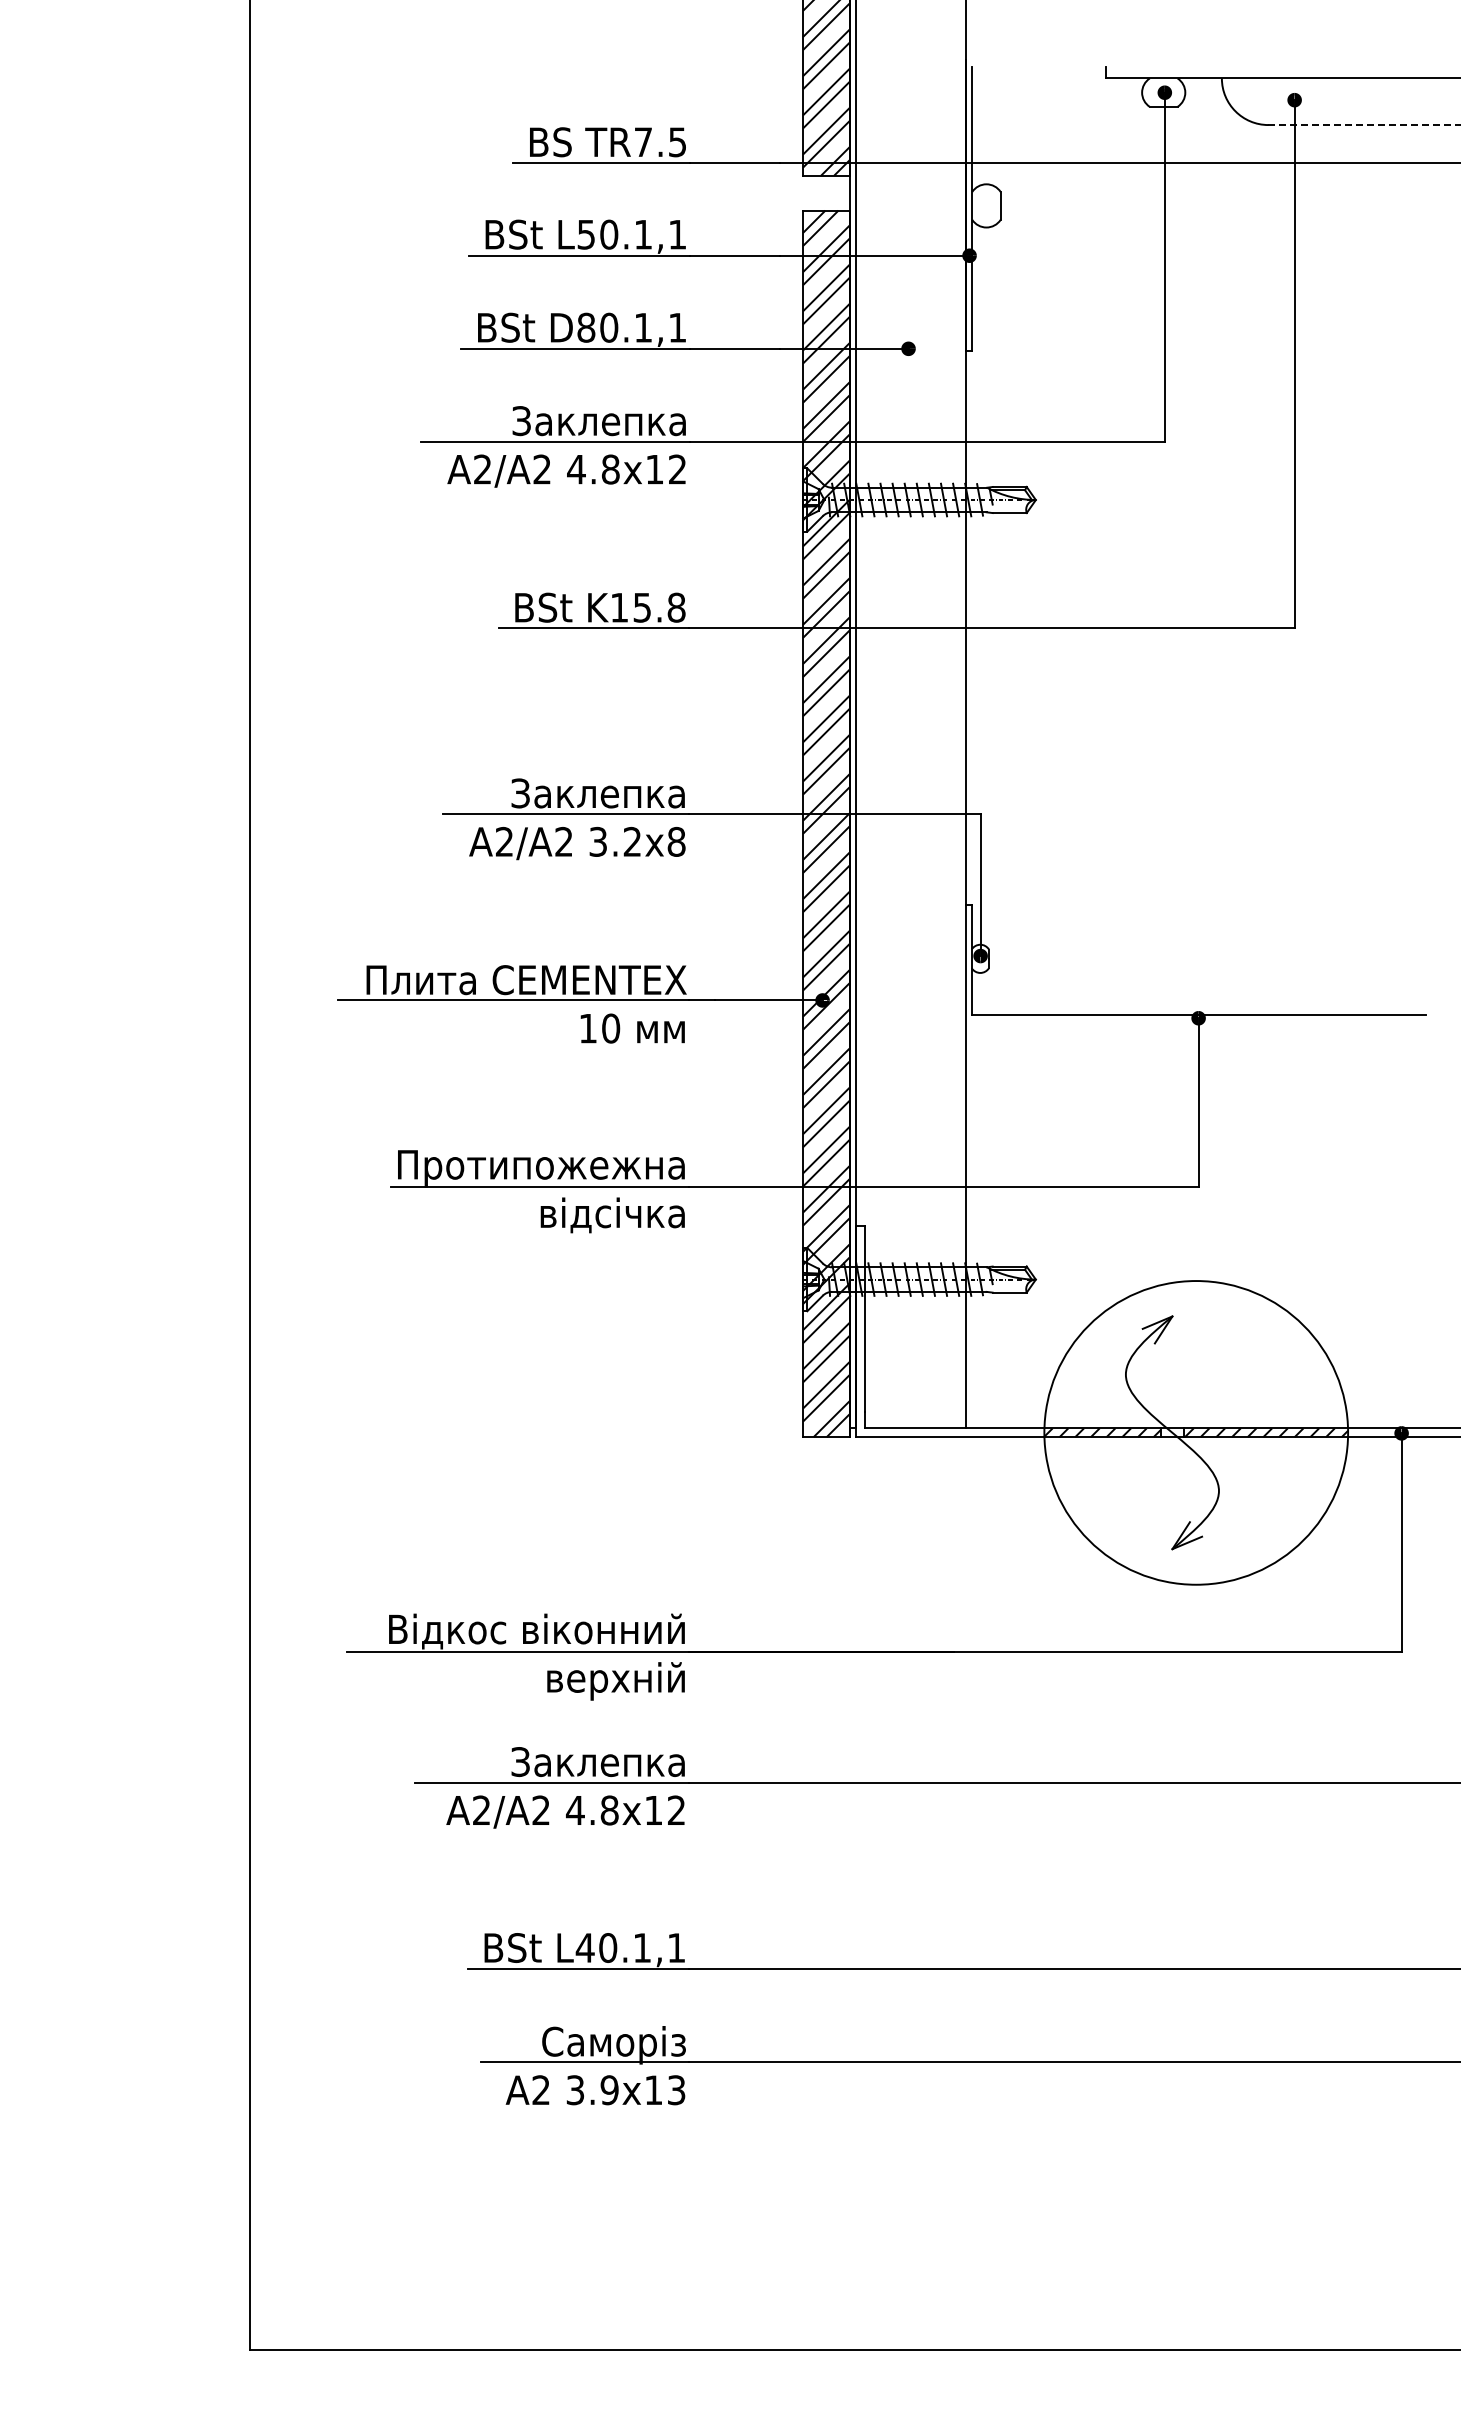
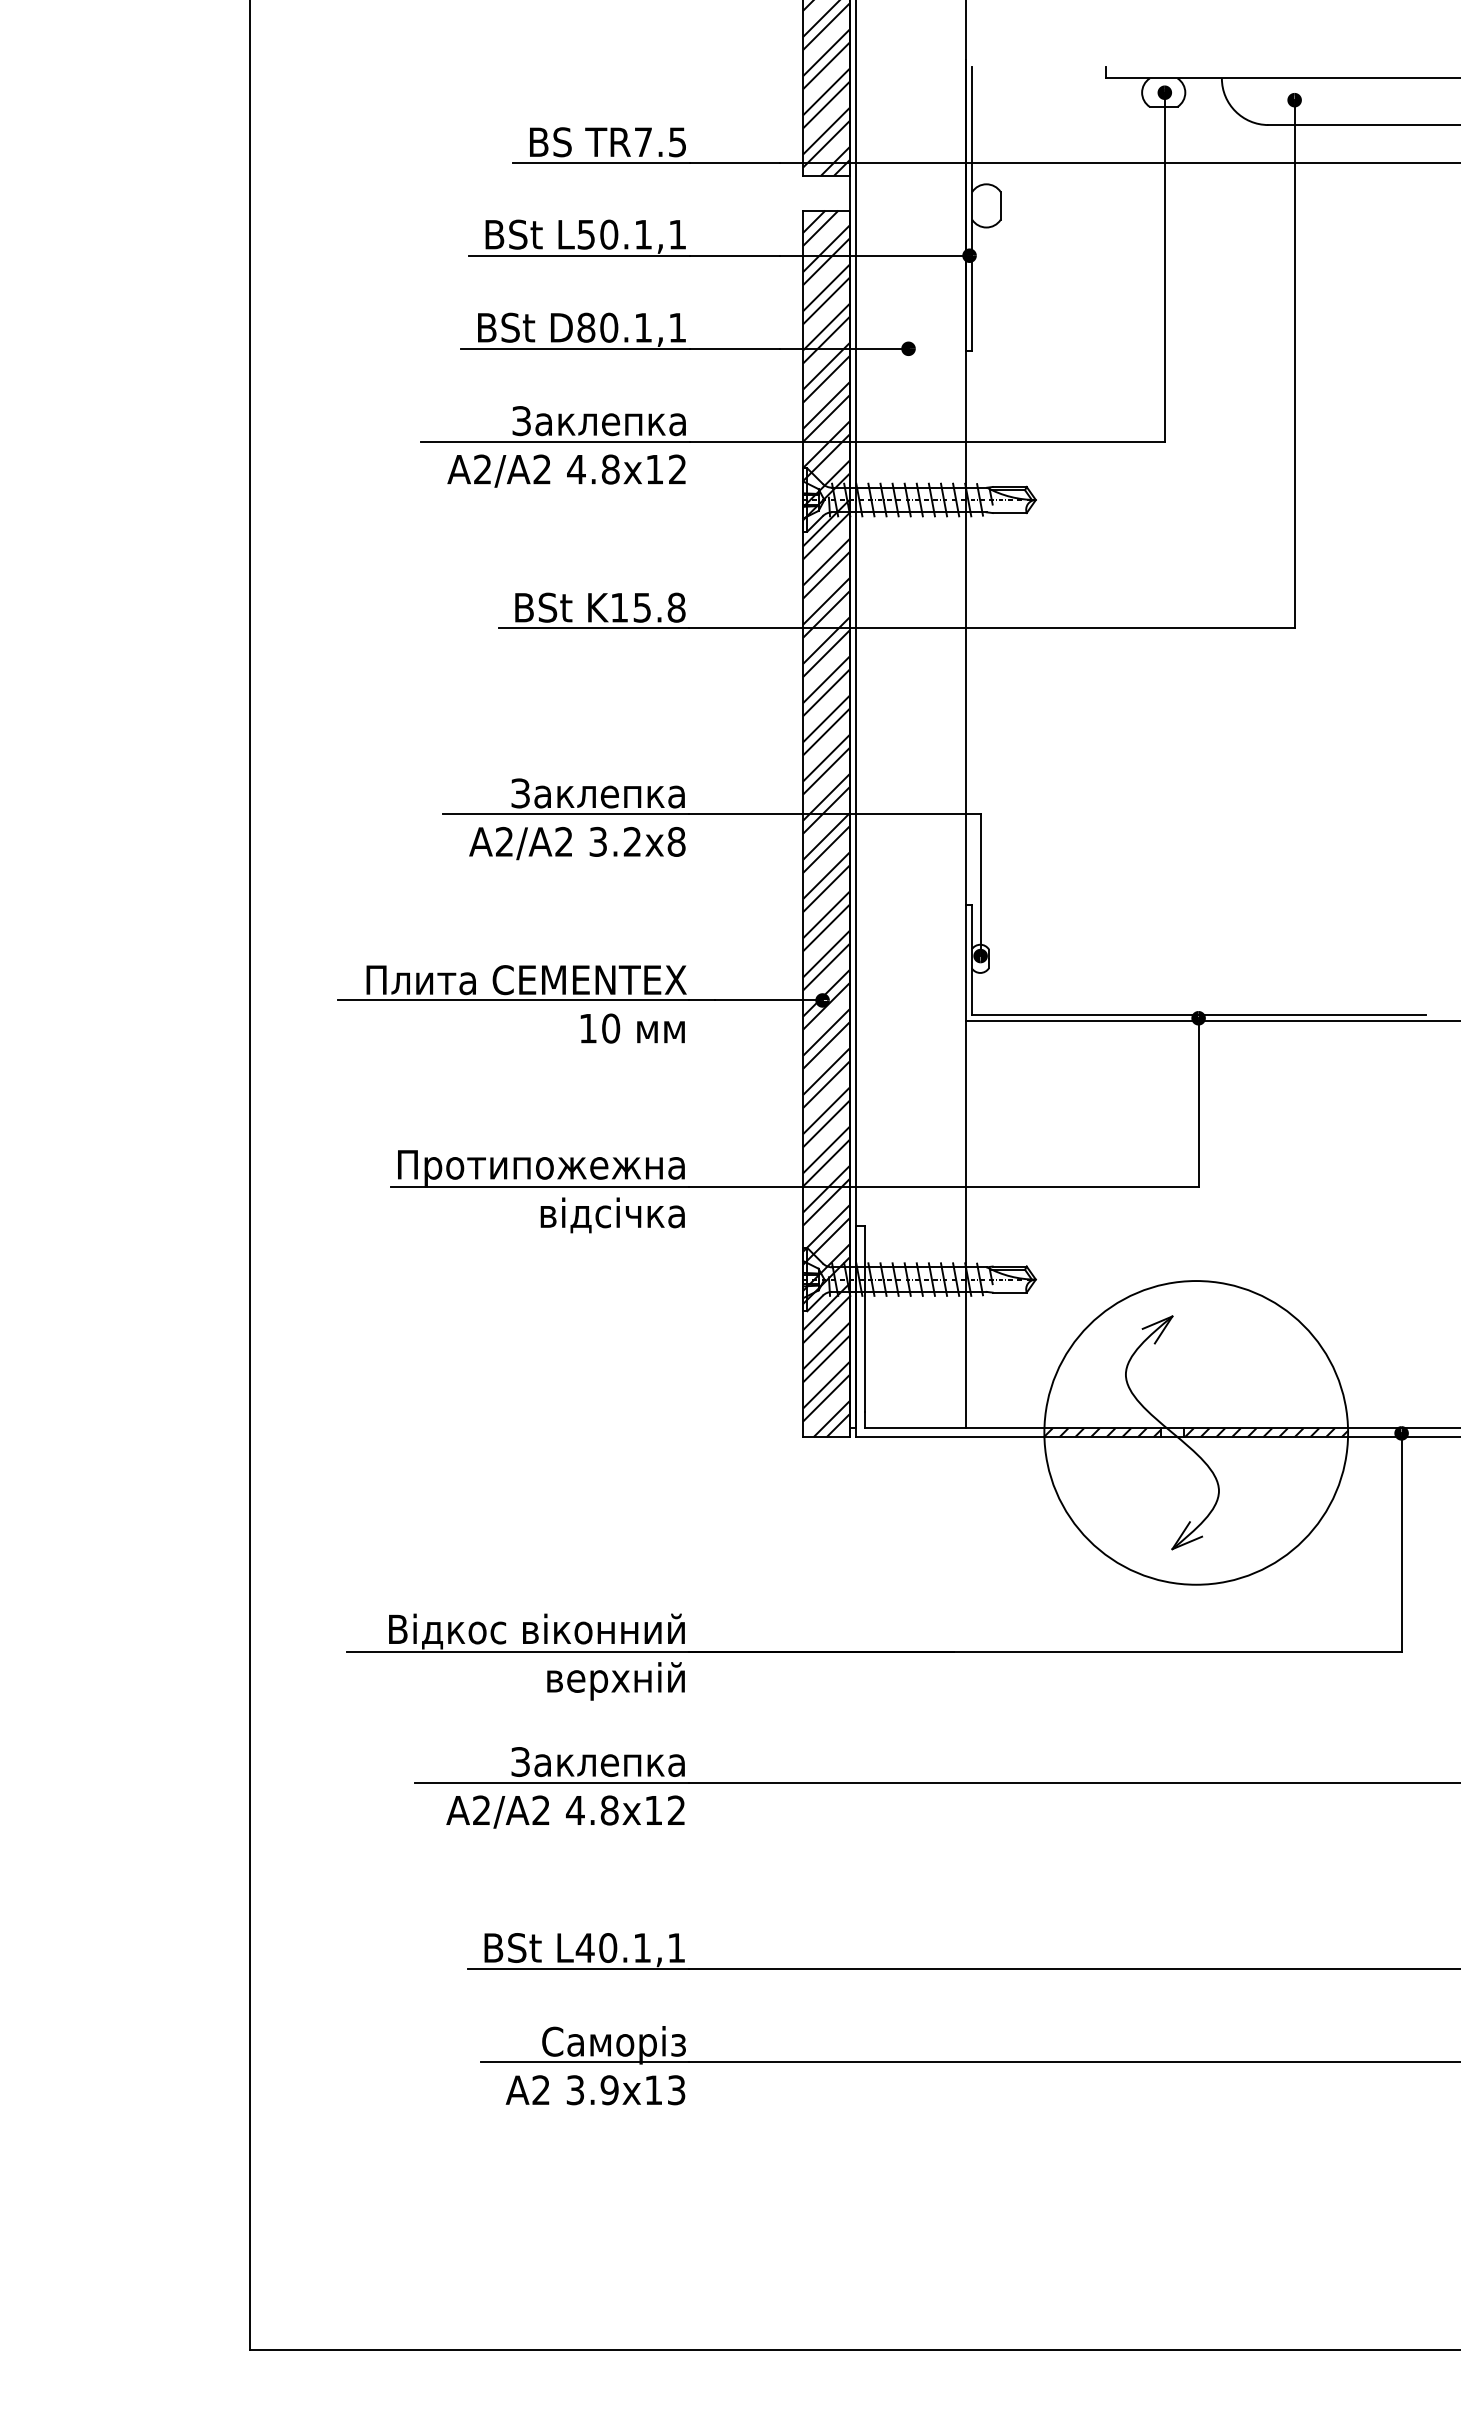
line at (1364, 125): dashed -> solid
line at (1211, 1021): none -> present
